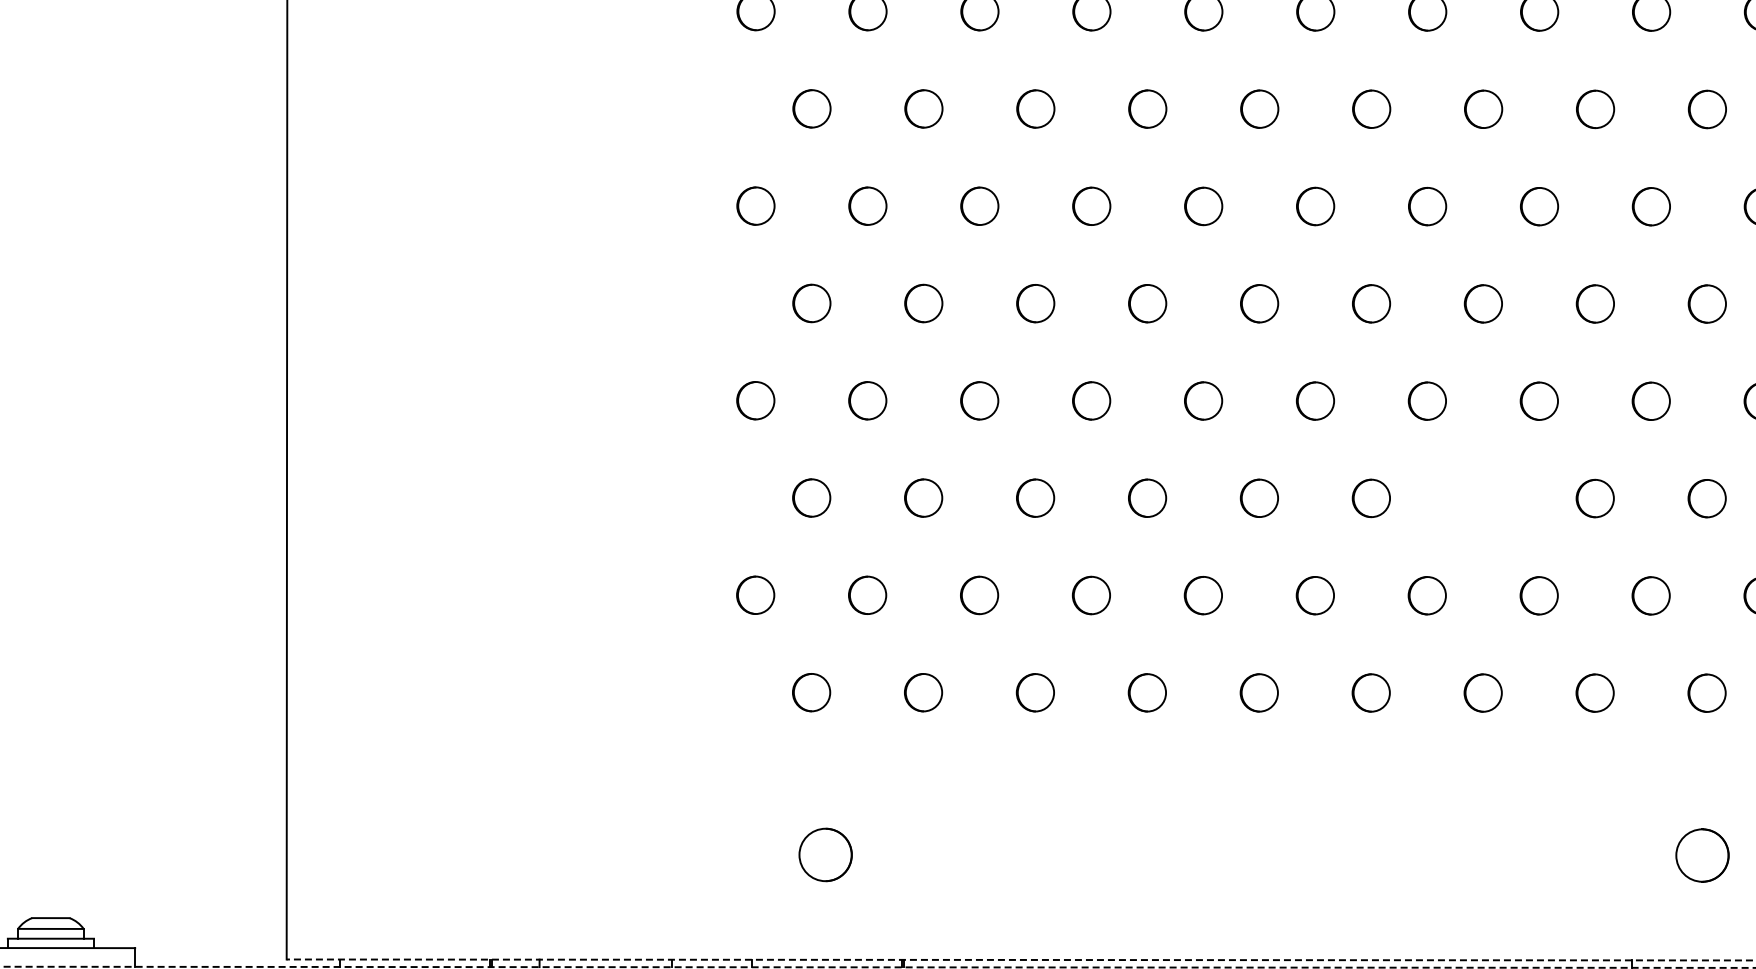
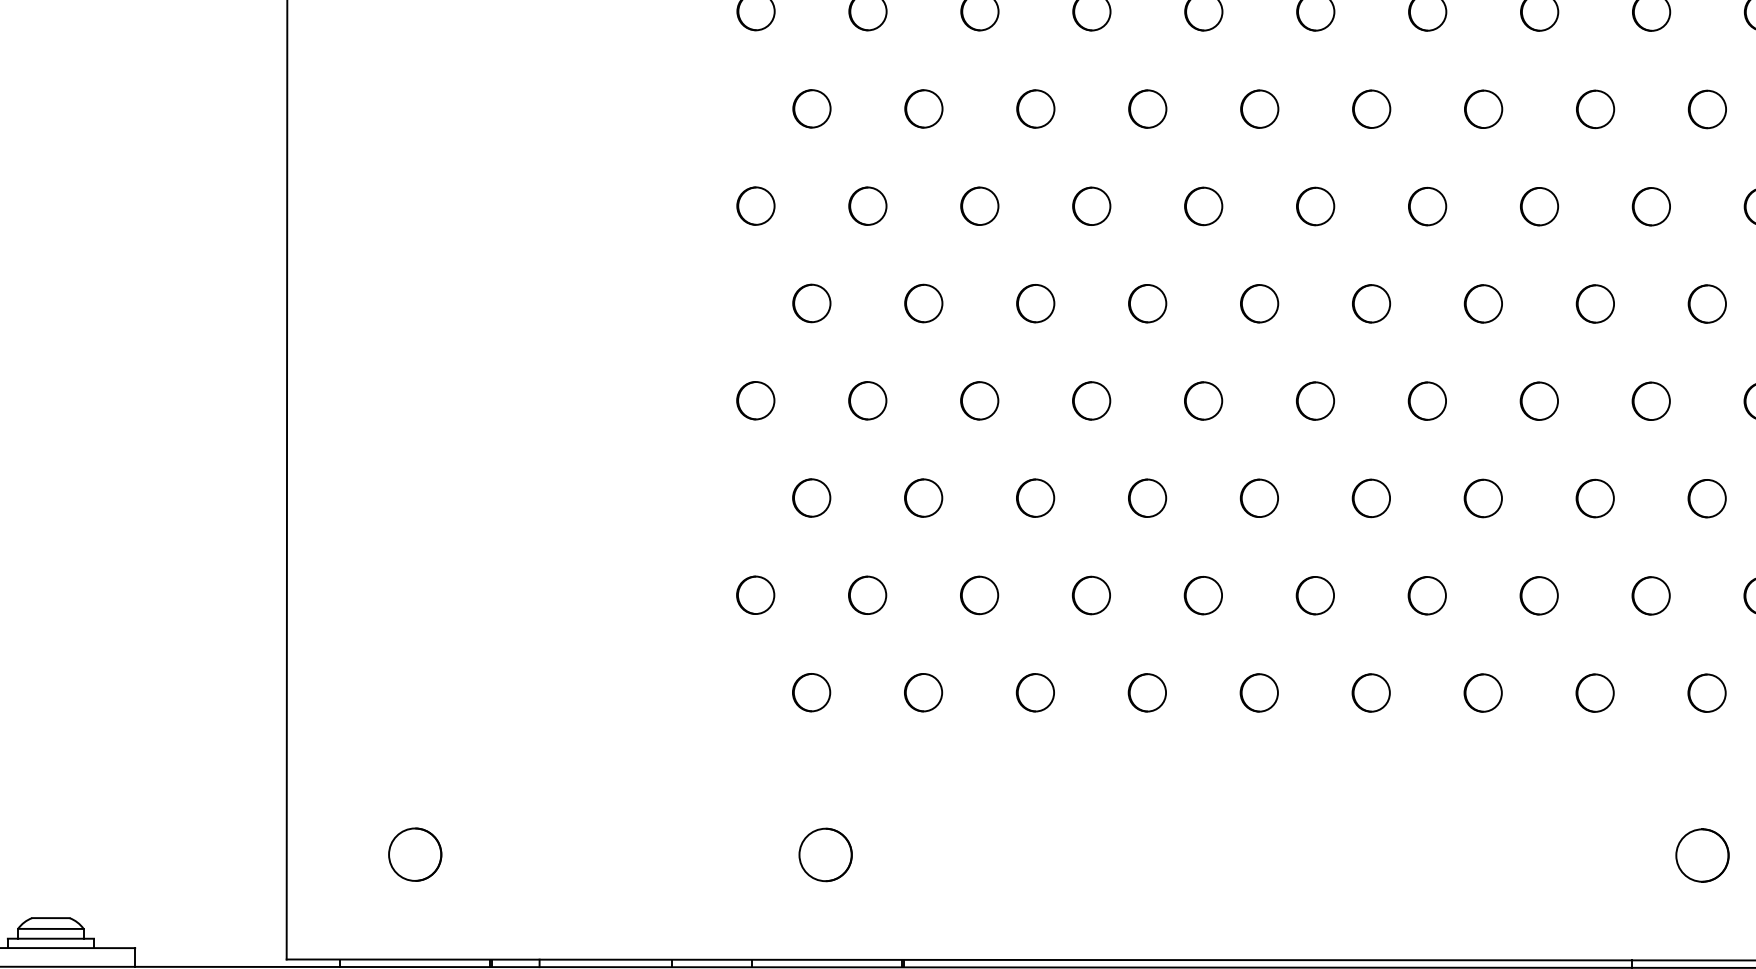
part at (1482, 498): none -> present
part at (415, 854): none -> present
line at (1020, 959): dashed -> solid
line at (878, 967): dashed -> solid
